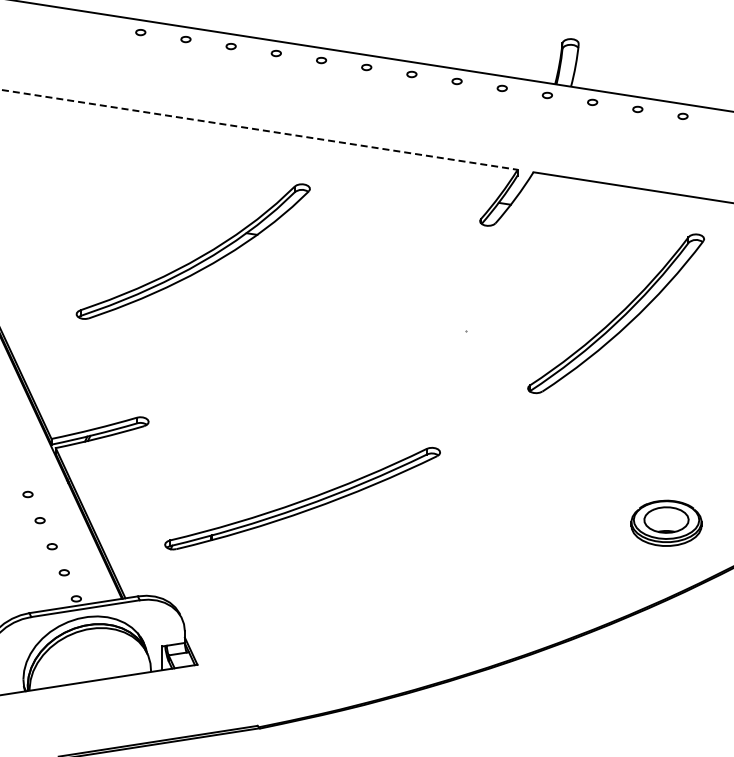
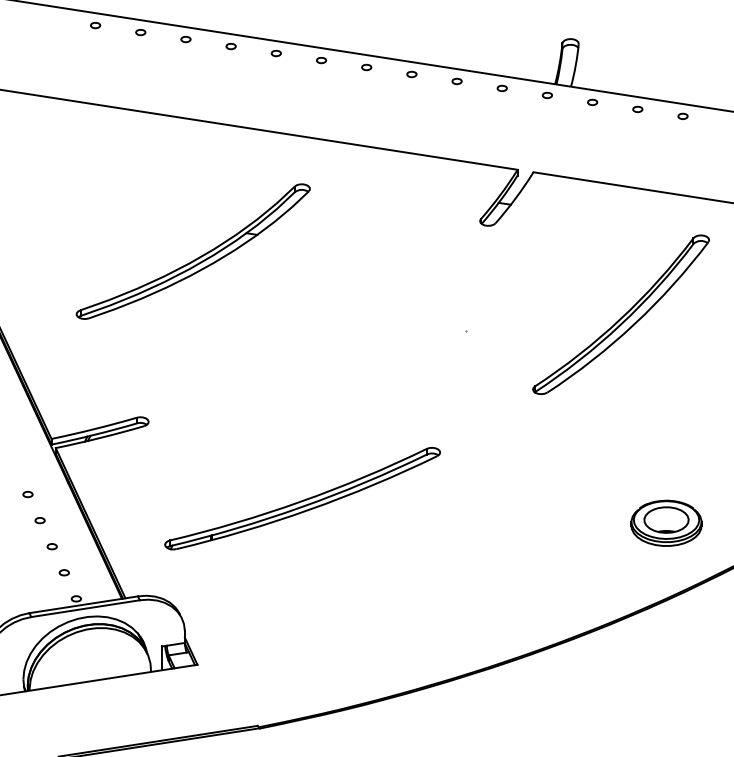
part at (95, 25): none -> present
line at (259, 129): dashed -> solid
part at (615, 313) position: (615, 313) -> (620, 314)
